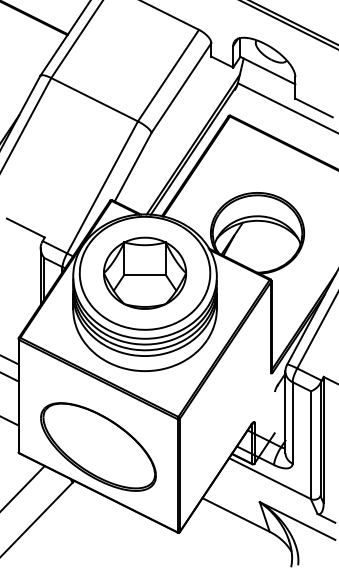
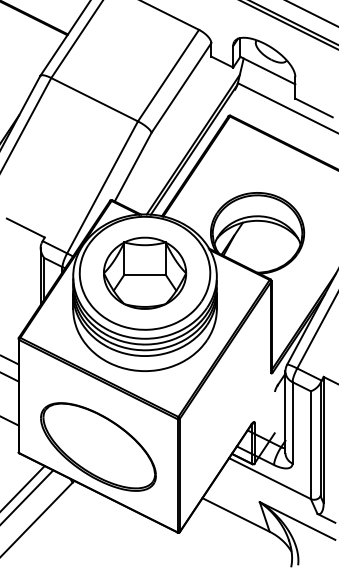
line at (312, 13): none -> present
line at (27, 496): none -> present
